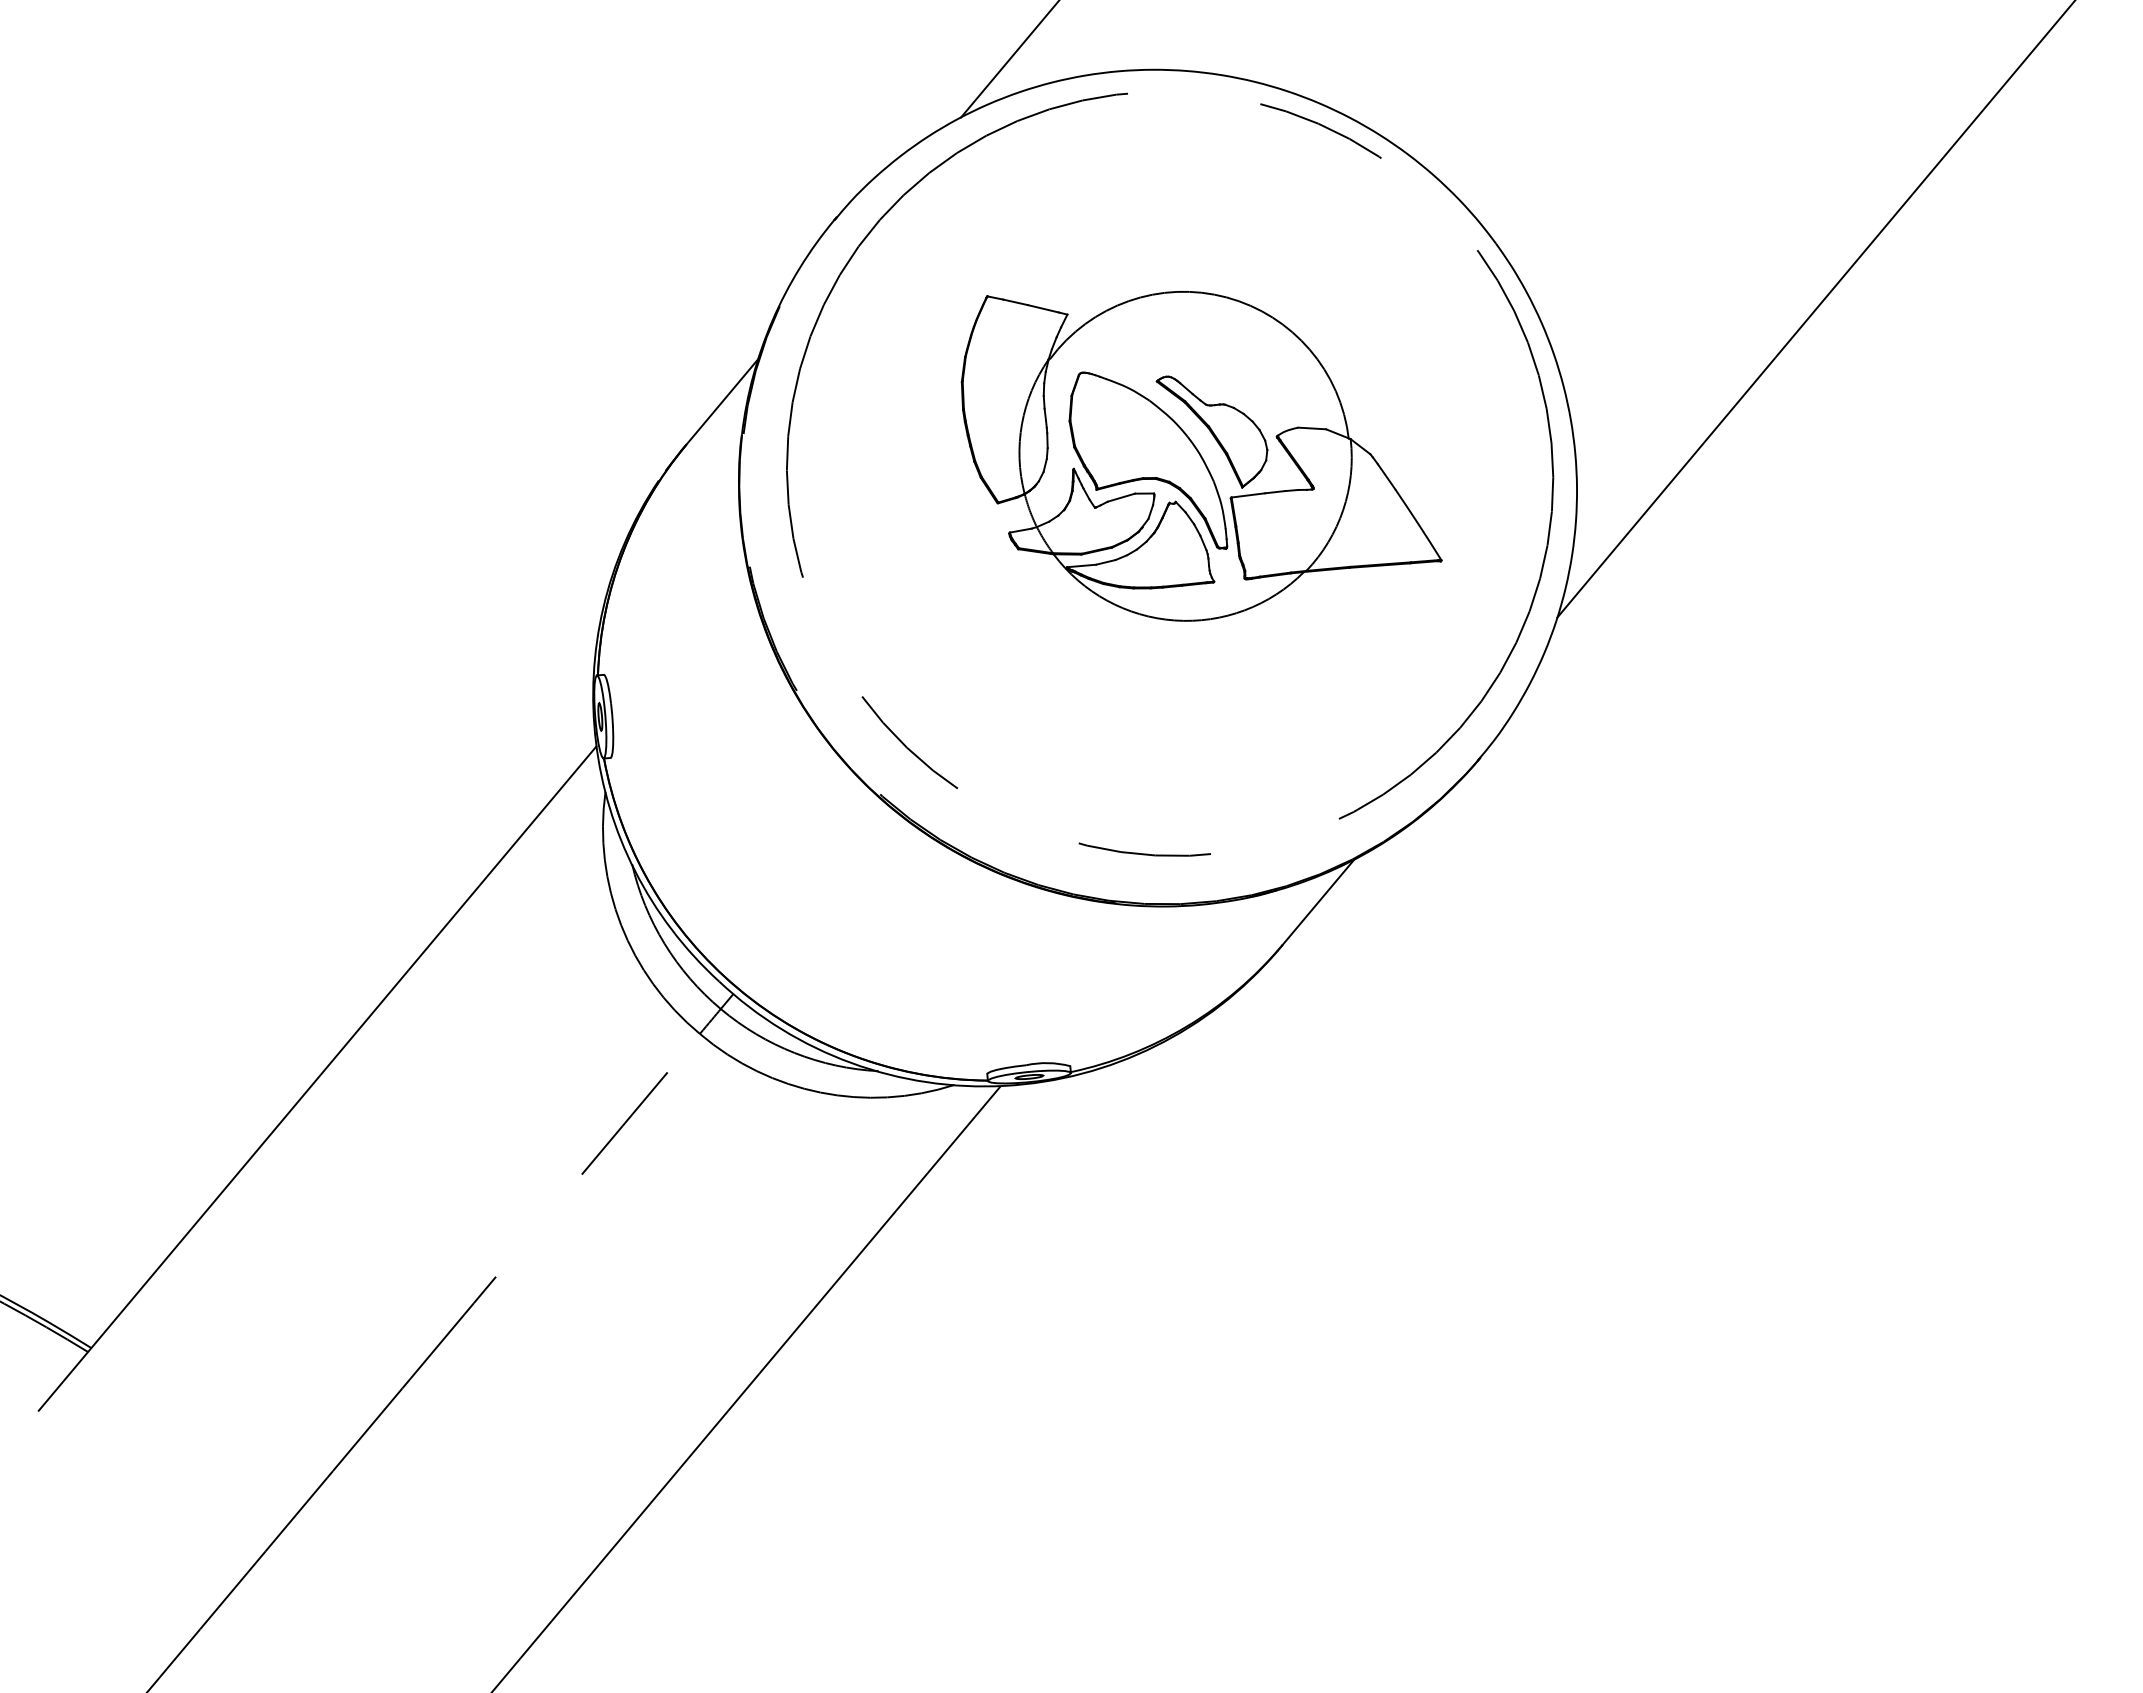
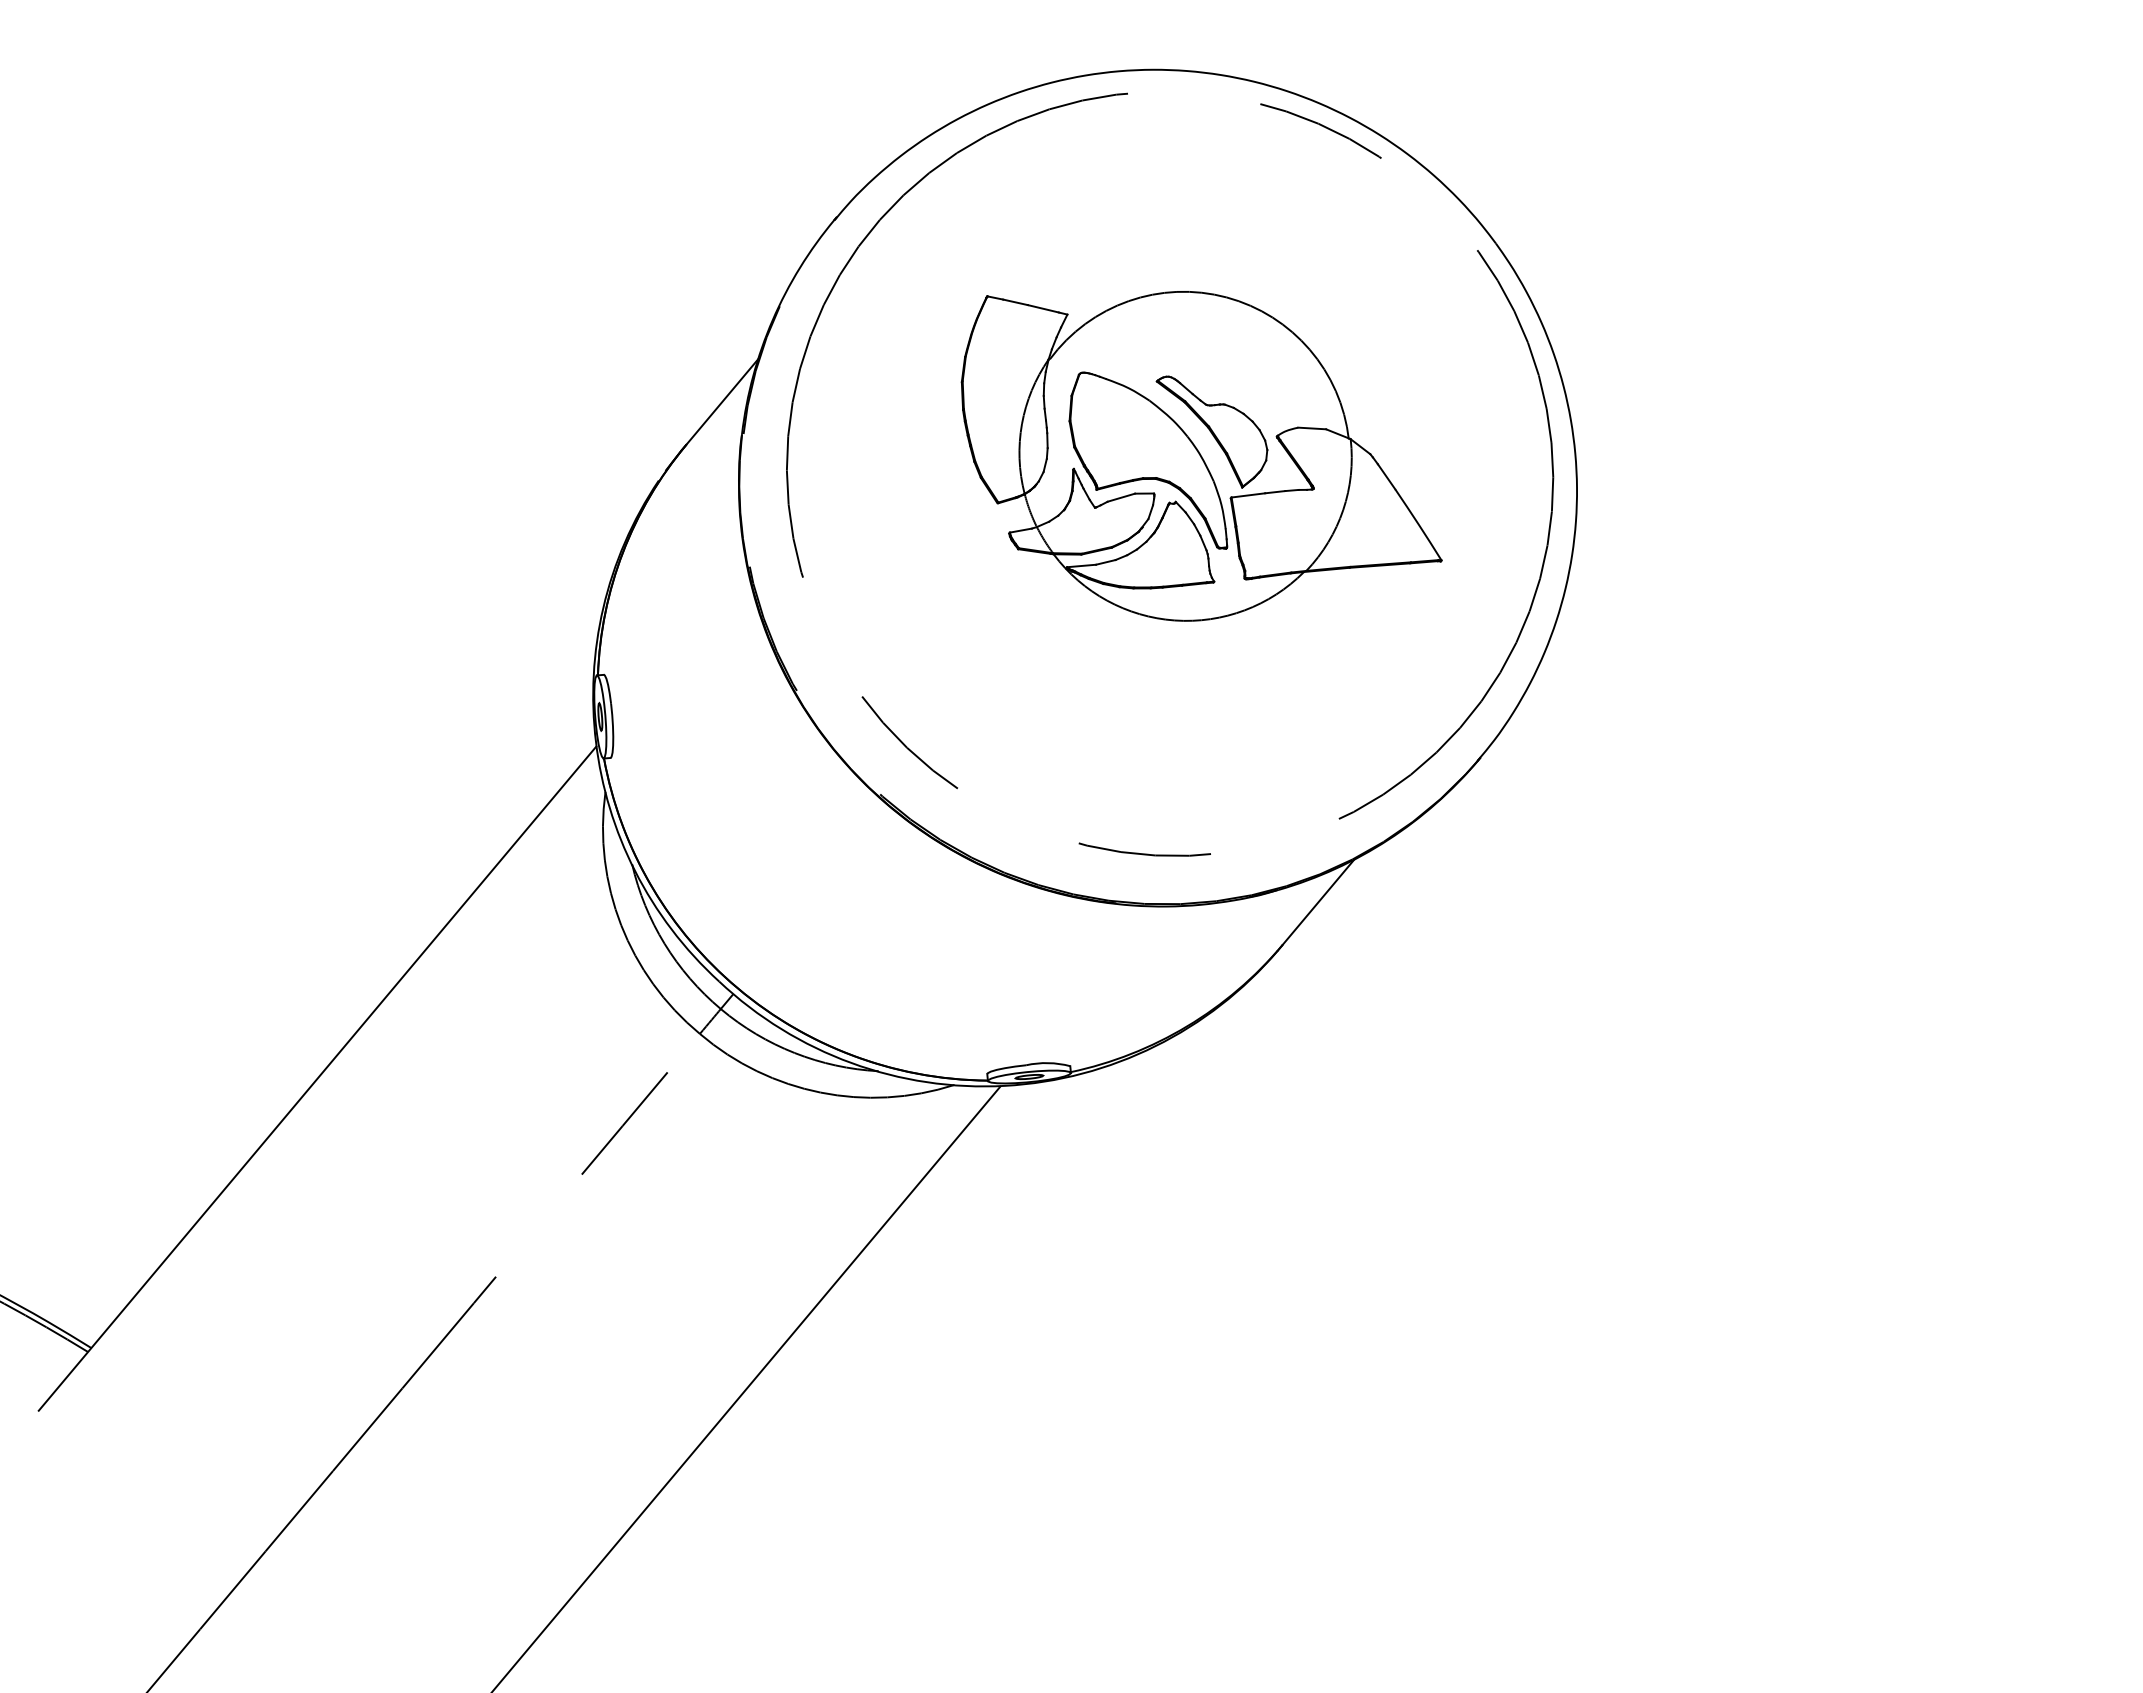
line at (1009, 59): present -> none
line at (1815, 309): present -> none
